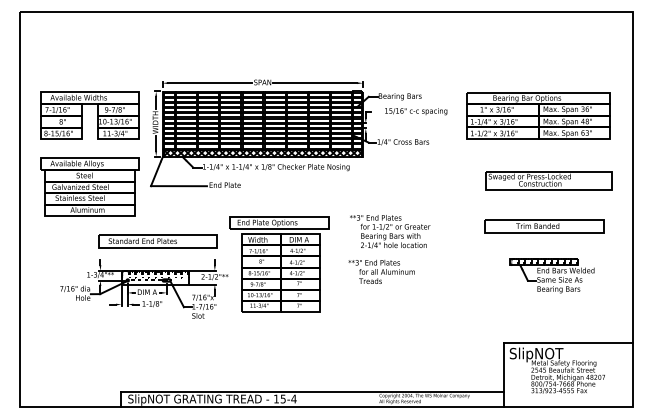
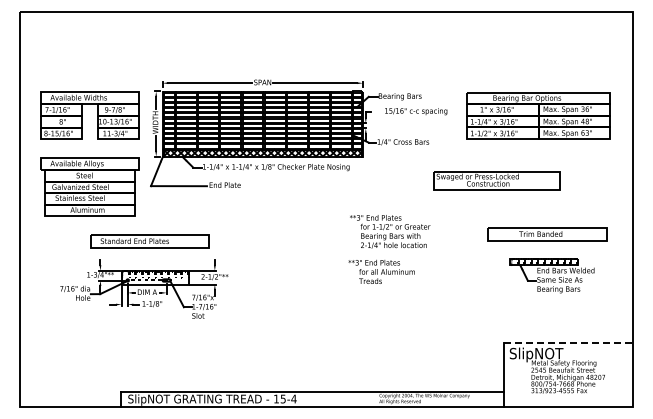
part at (548, 180) position: (548, 180) -> (496, 180)
part at (544, 226) position: (544, 226) -> (547, 234)
part at (157, 241) position: (157, 241) -> (149, 241)
part at (279, 264): present -> none
line at (568, 342): solid -> dashed
